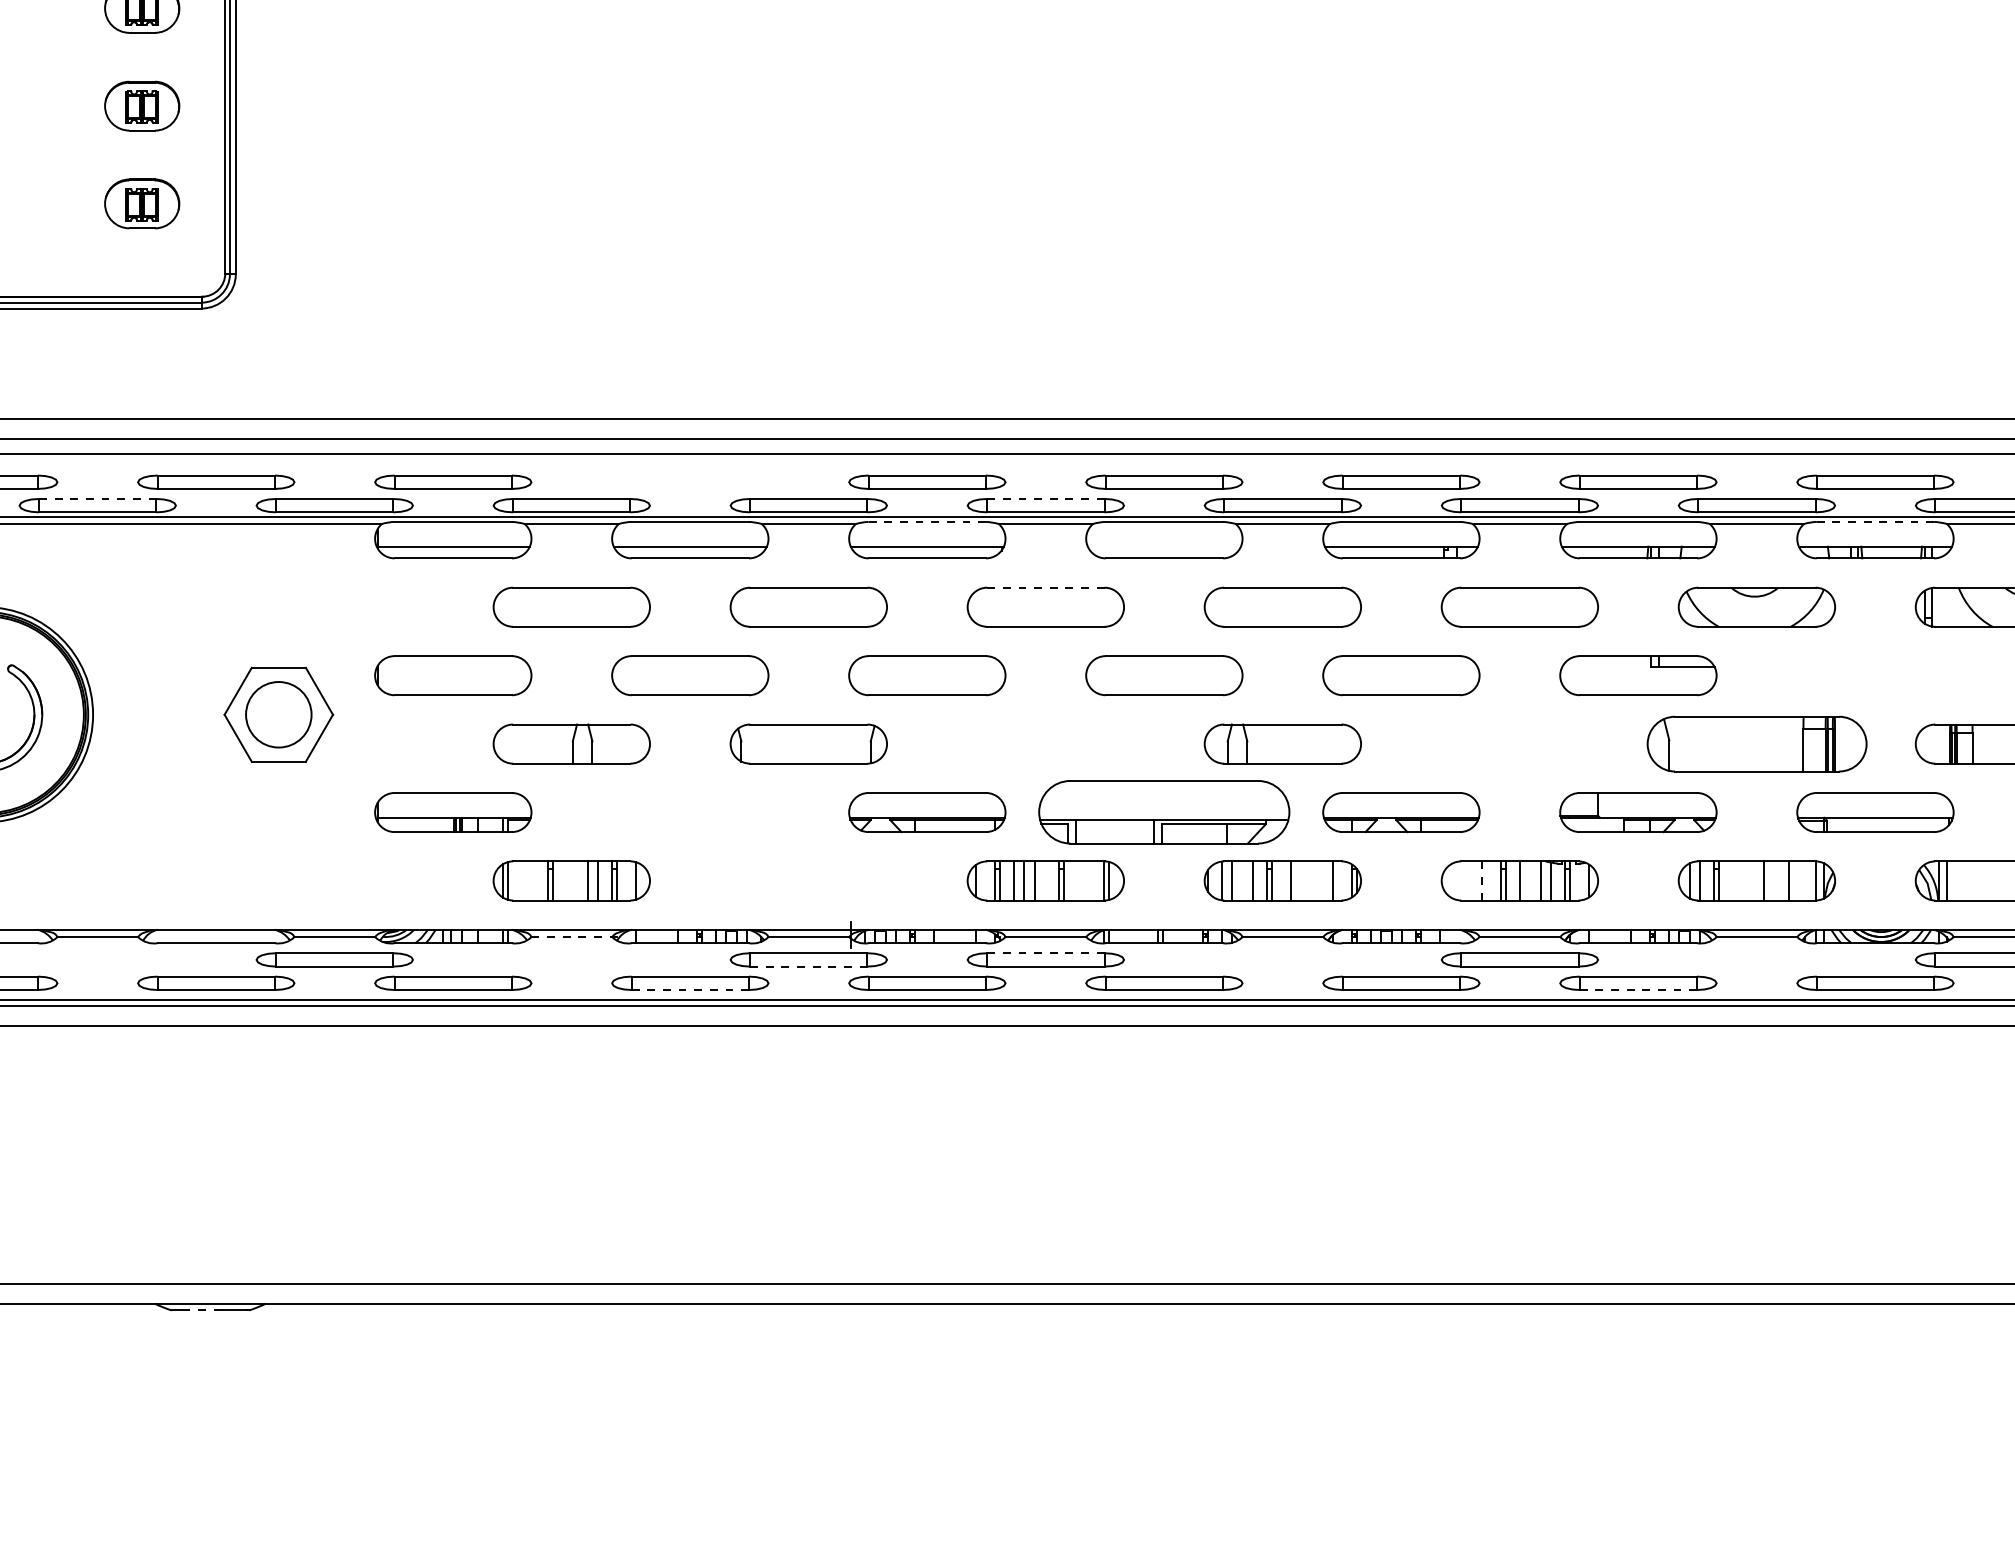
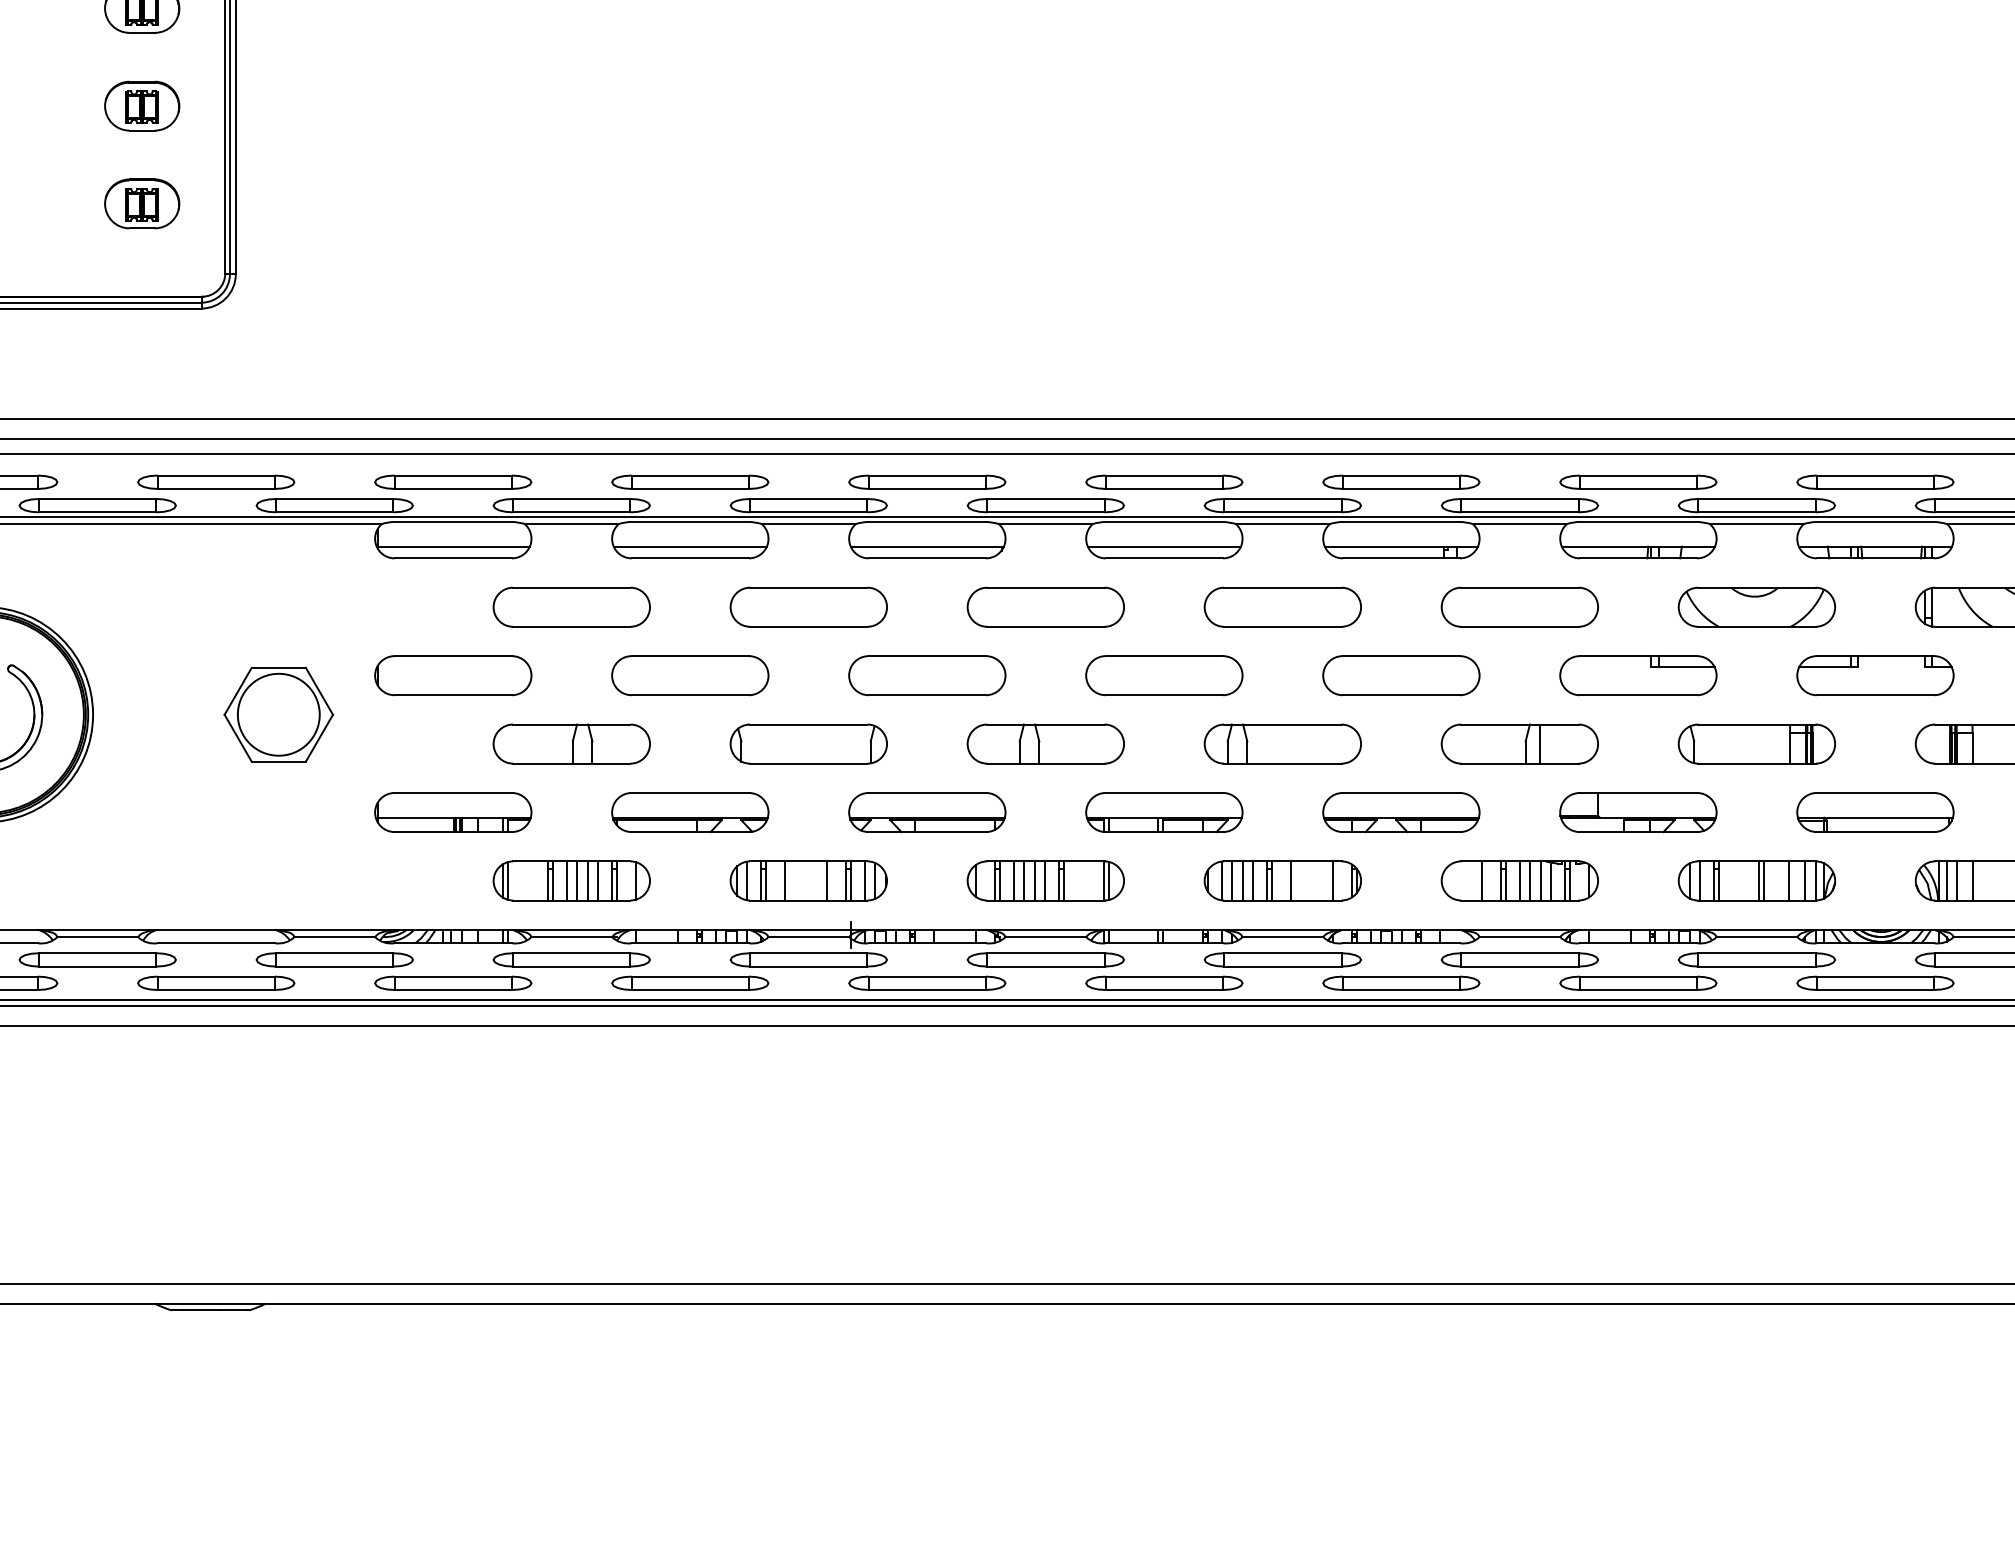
part at (690, 481): none -> present
line at (97, 498): dashed -> solid
line at (1045, 498): dashed -> solid
line at (927, 521): dashed -> solid
line at (1875, 521): dashed -> solid
line at (1163, 546): none -> present
line at (1045, 587): dashed -> solid
part at (1875, 675): none -> present
circle at (278, 714) diameter: 66 px -> 82 px
part at (1045, 743): none -> present
part at (1519, 743): none -> present
part at (1756, 743) size: 222x58 px -> 159x42 px
part at (690, 812): none -> present
part at (1164, 812) size: 253x65 px -> 159x42 px
line at (566, 880): none -> present
line at (576, 880): none -> present
part at (808, 880): none -> present
line at (1045, 880): none -> present
line at (1243, 880): none -> present
line at (1481, 880): dashed -> solid
line at (1529, 880): none -> present
line at (1758, 880): none -> present
line at (1805, 880): none -> present
line at (1957, 880): none -> present
line at (1973, 880): none -> present
line at (572, 937): dashed -> solid
line at (1045, 953): dashed -> solid
part at (97, 959): none -> present
part at (571, 959): none -> present
part at (1282, 959): none -> present
part at (1756, 959): none -> present
line at (808, 966): dashed -> solid
line at (690, 990): dashed -> solid
line at (1638, 990): dashed -> solid
line at (200, 1310): dashed -> solid
